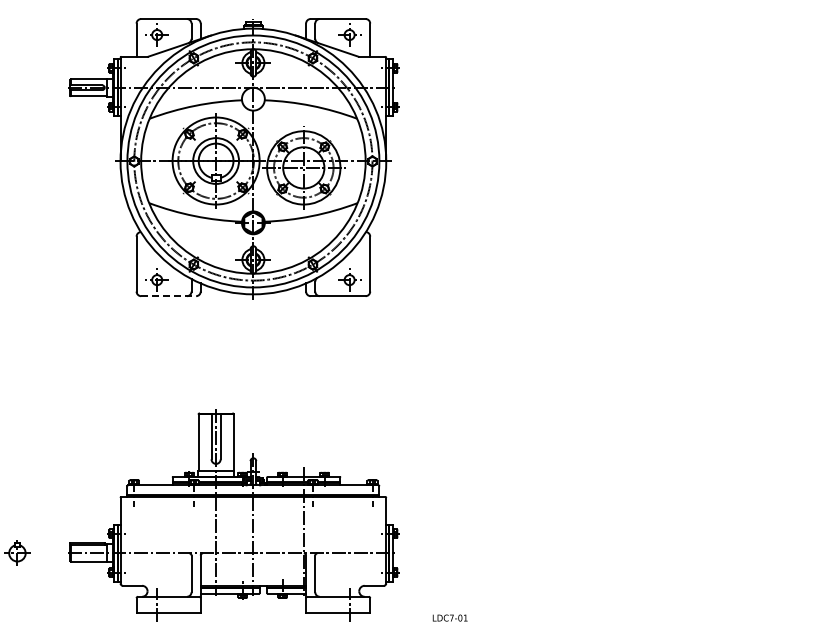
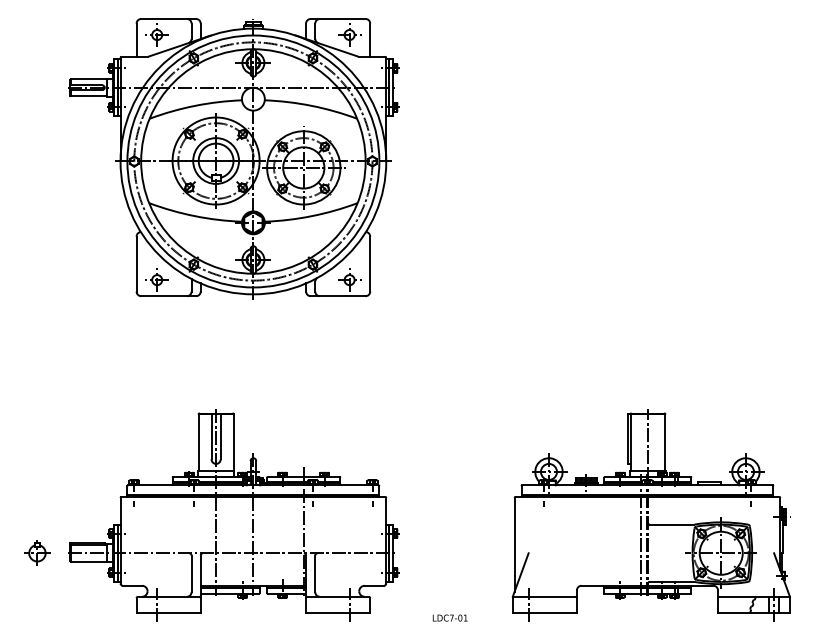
line at (169, 296): dashed -> solid
part at (650, 515): none -> present
part at (17, 552) position: (17, 552) -> (37, 552)
